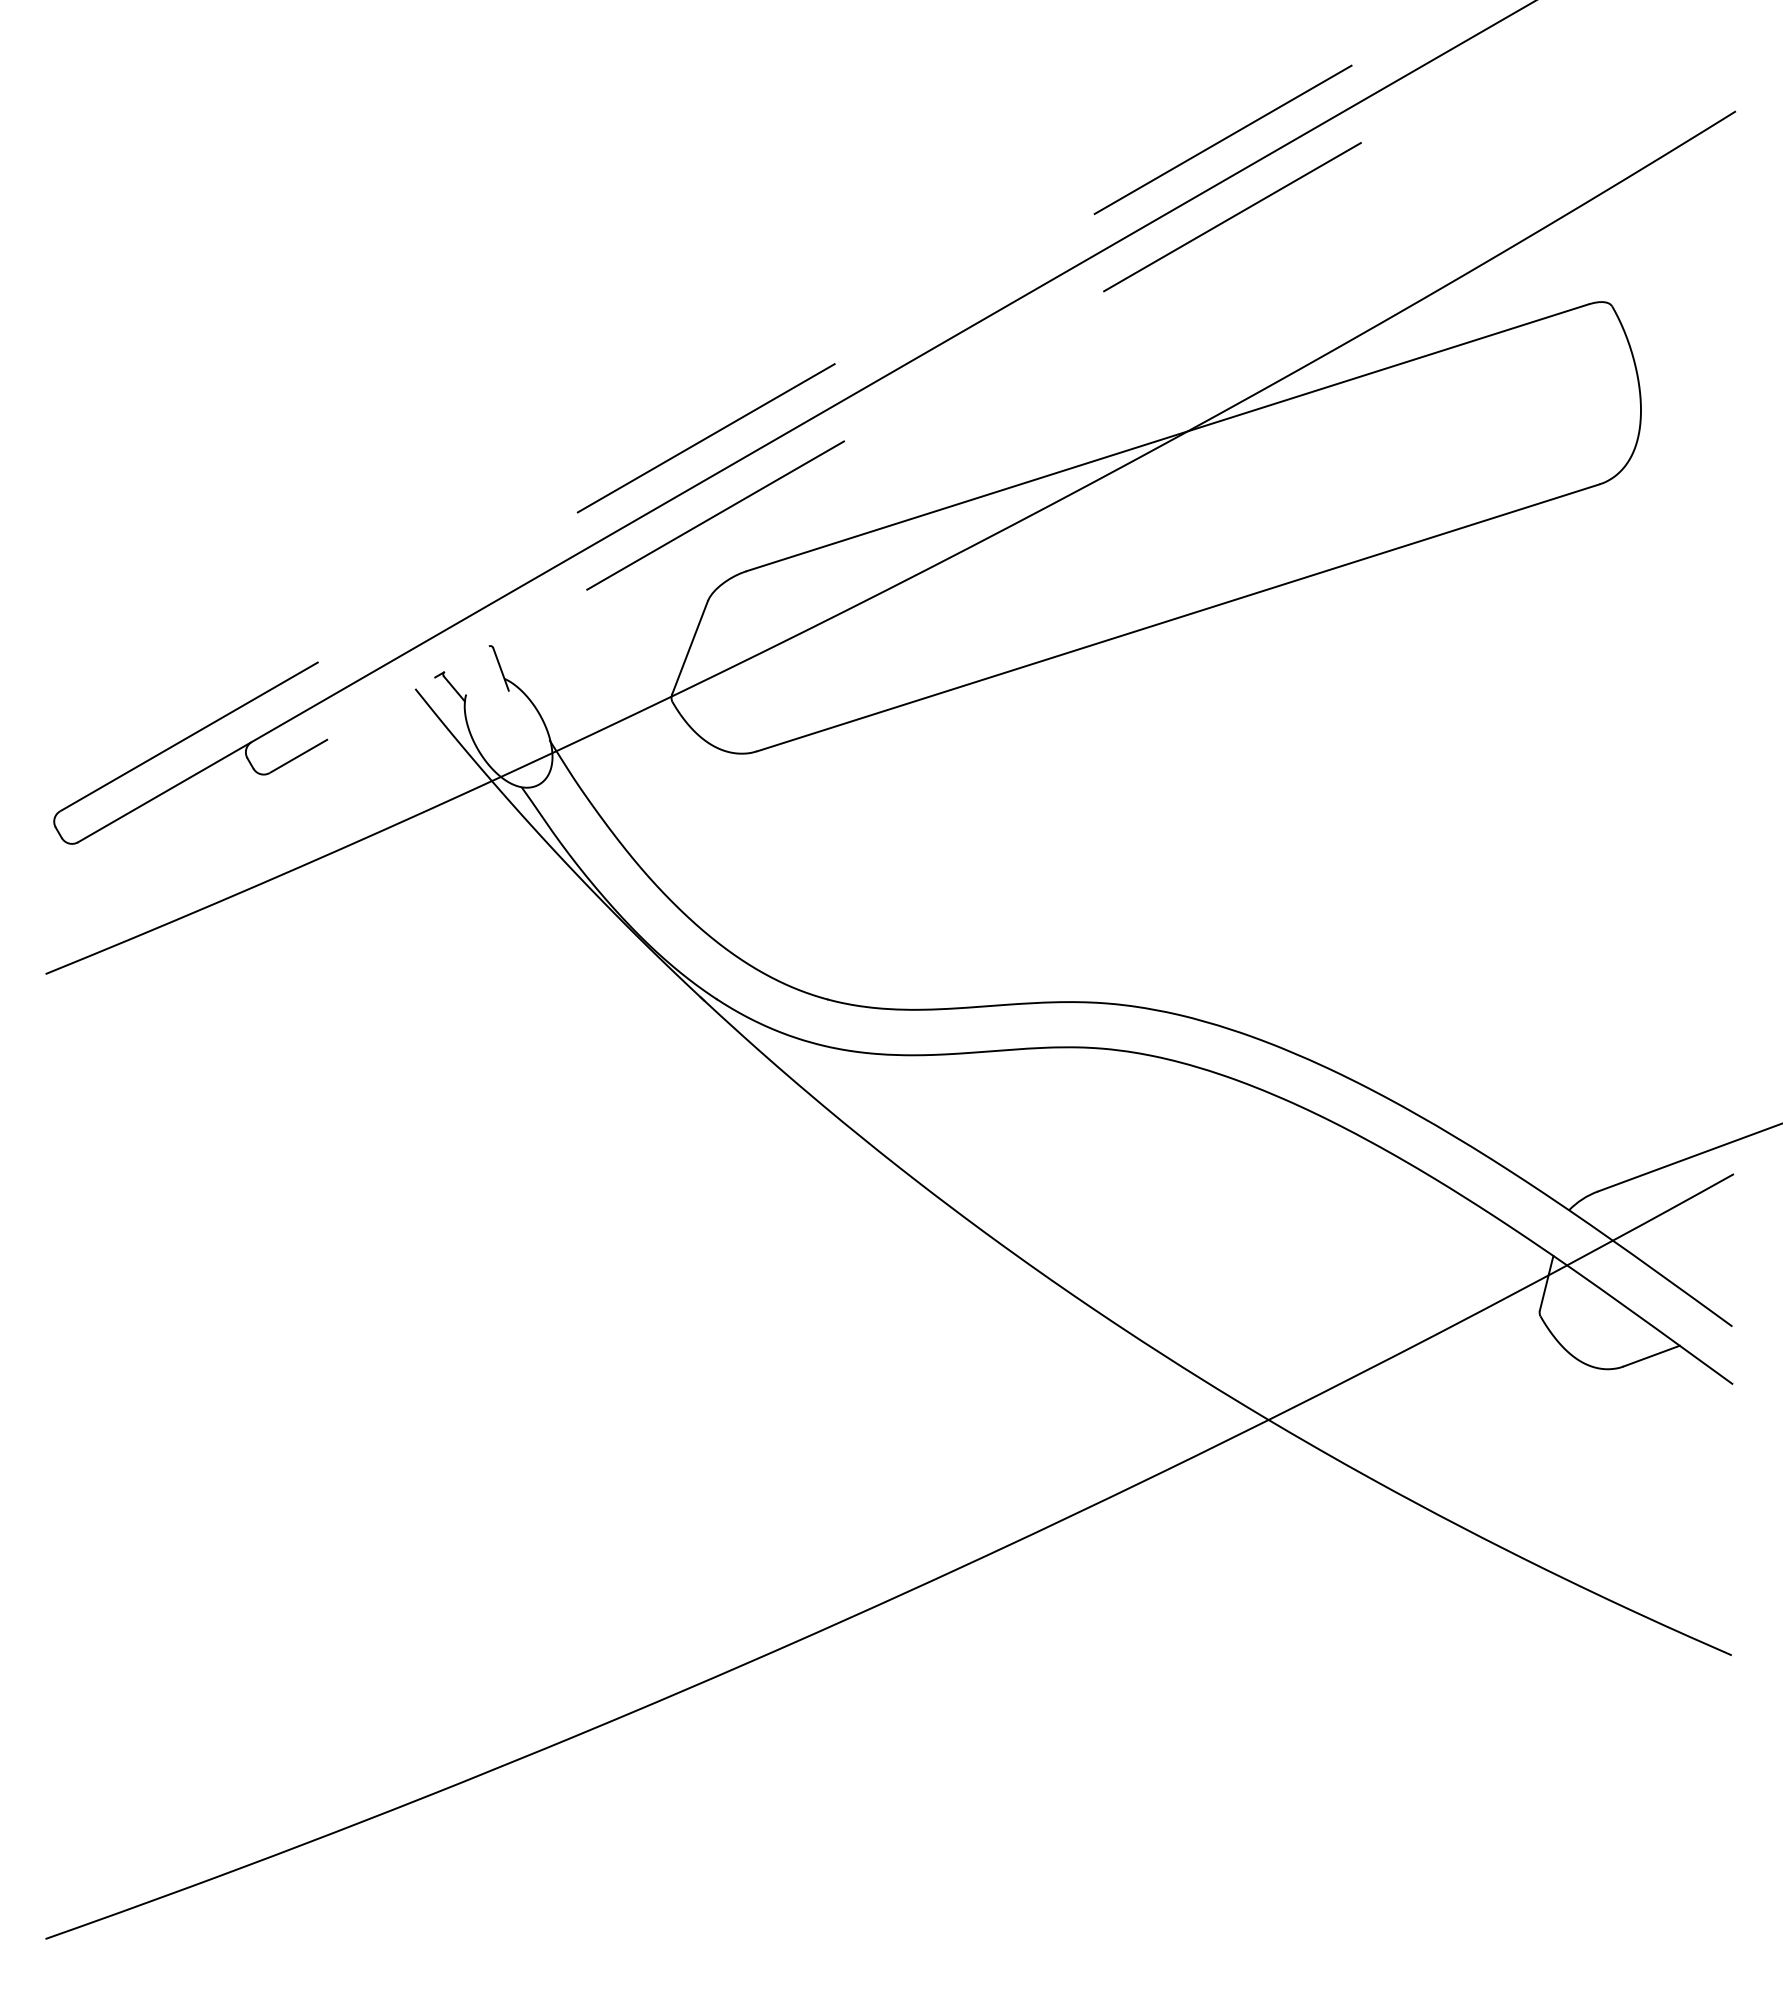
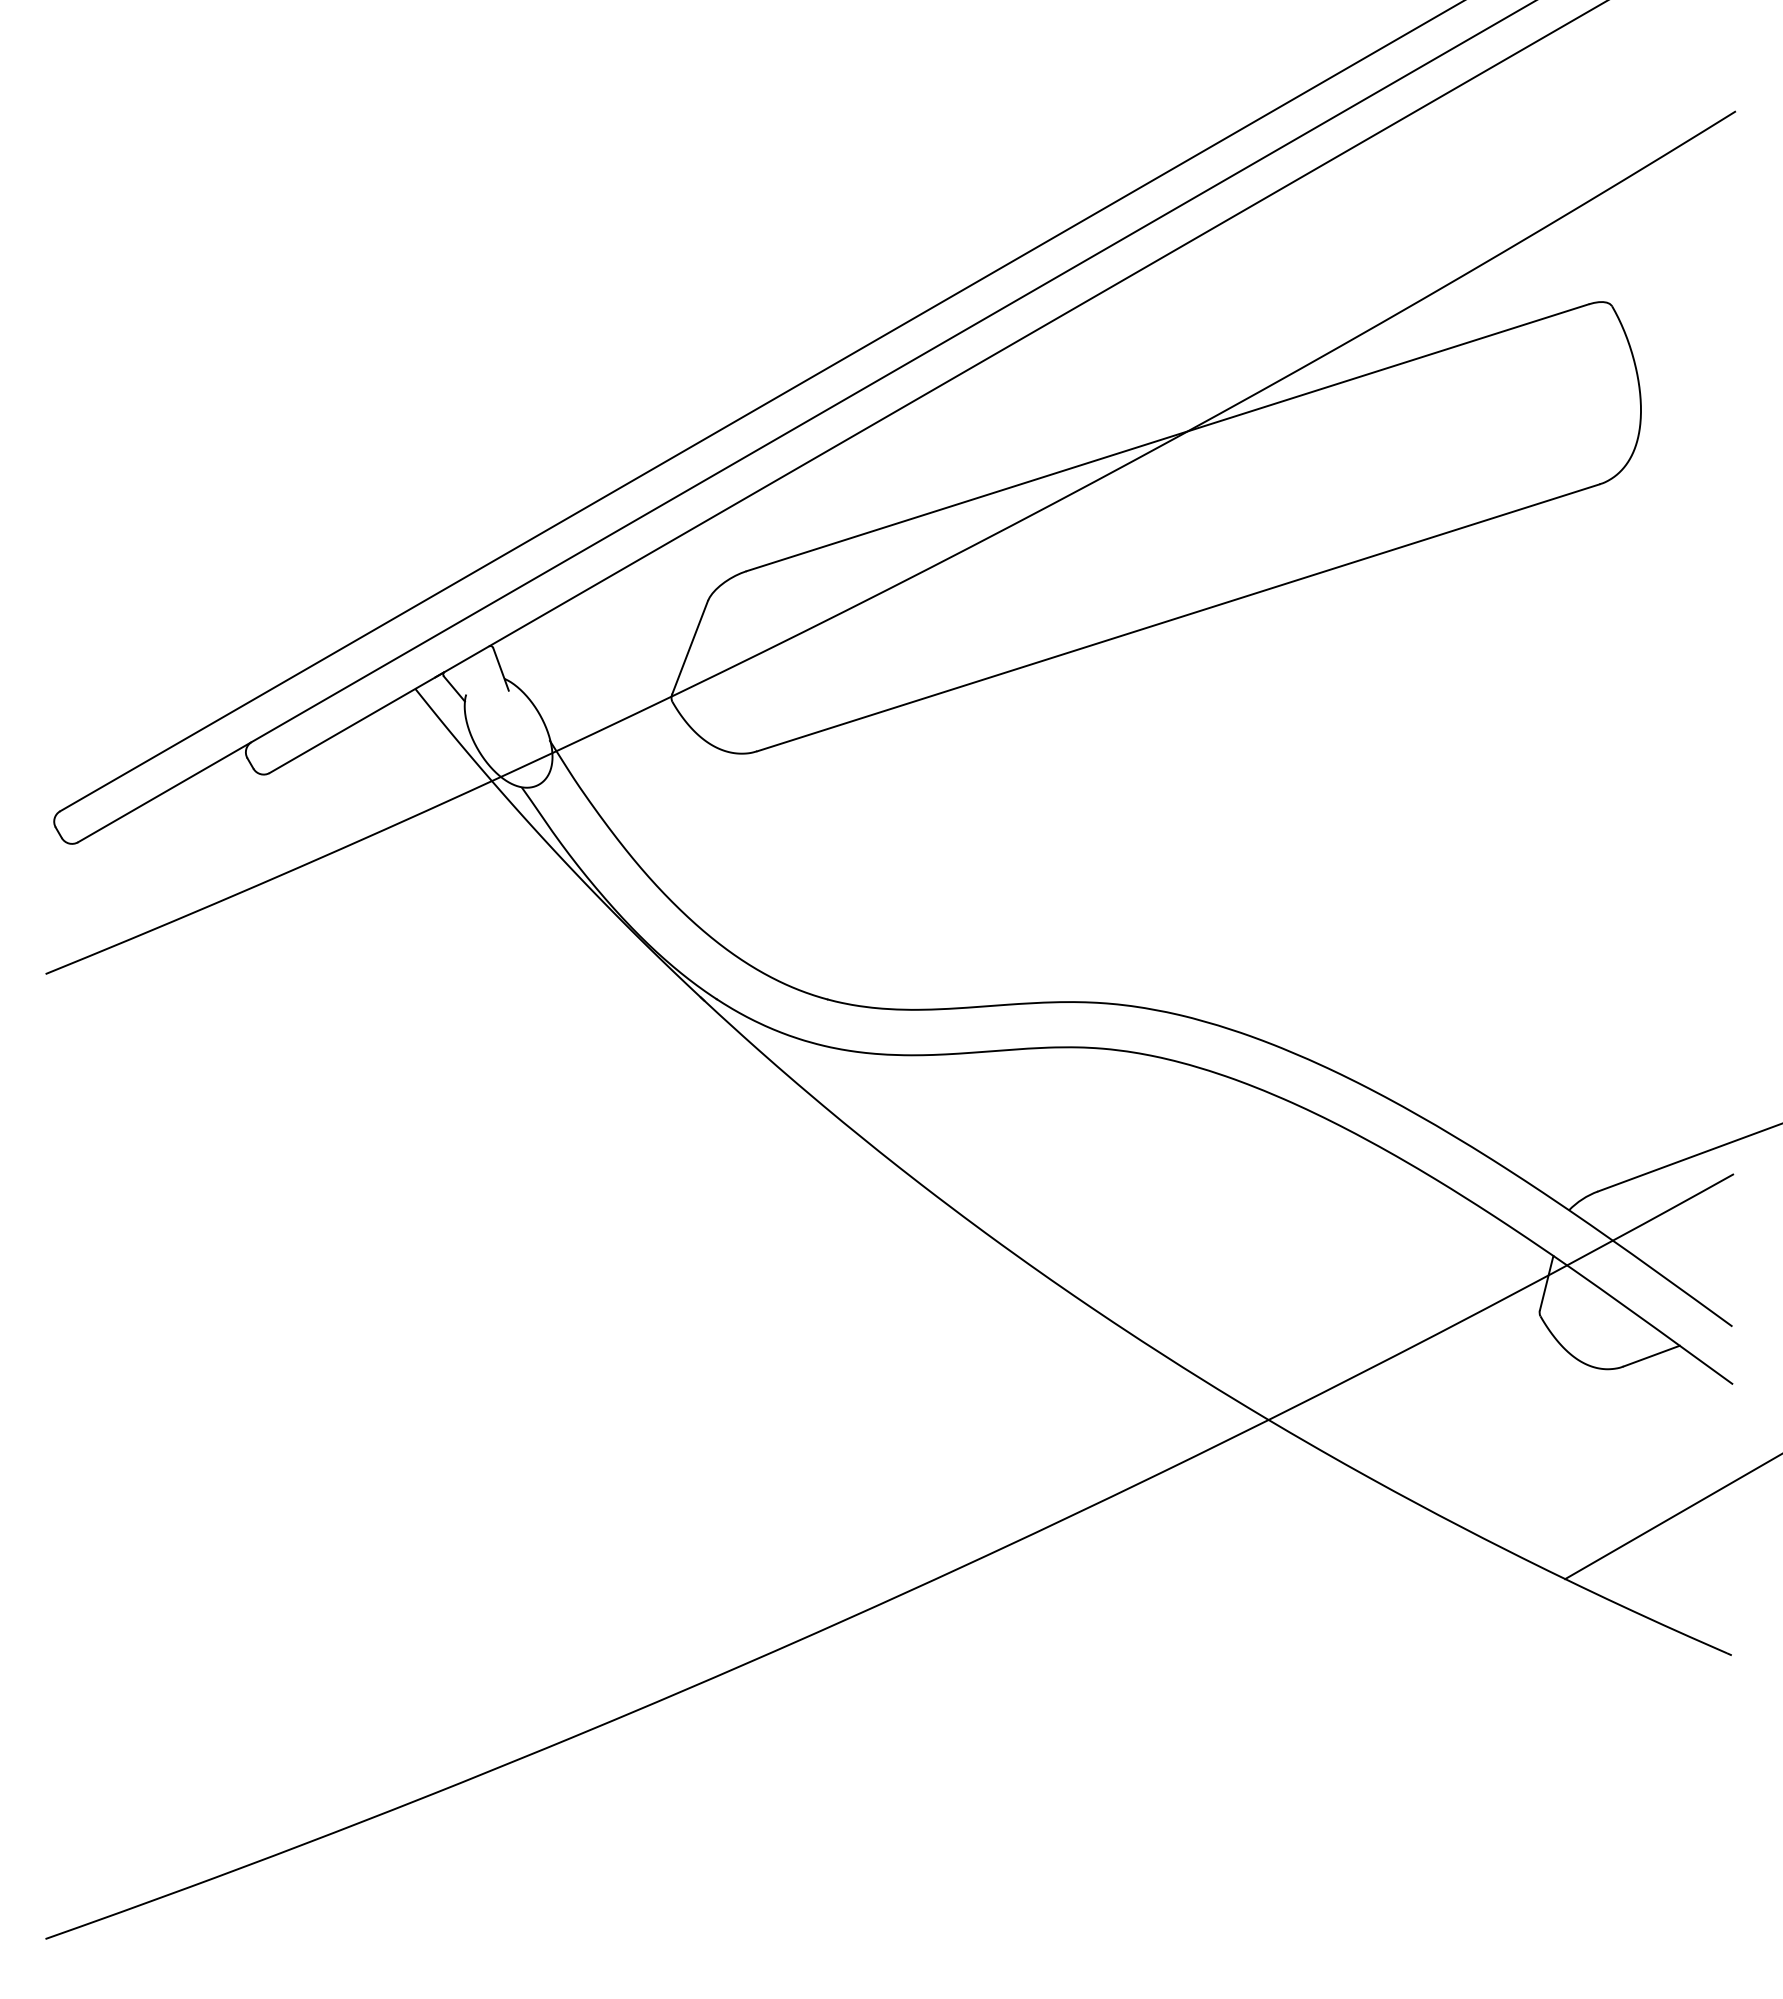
line at (939, 386): dashed -> solid
line at (762, 405): dashed -> solid
line at (1672, 1517): none -> present
